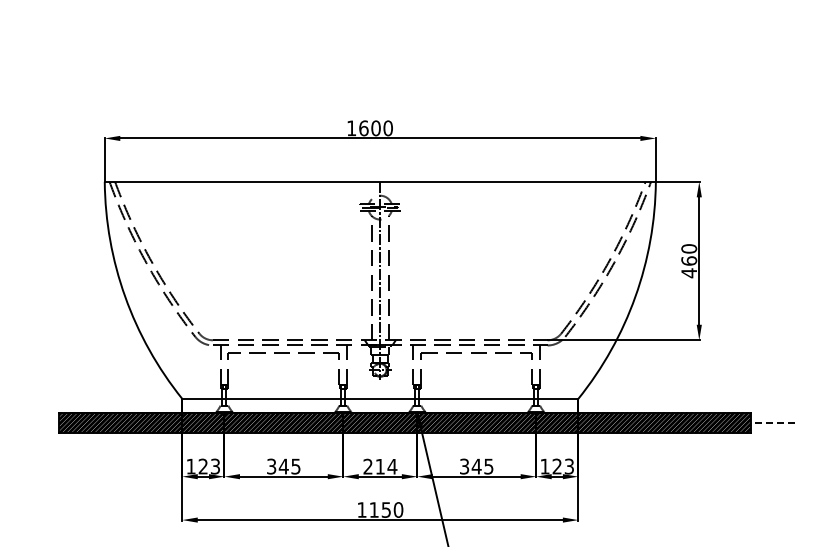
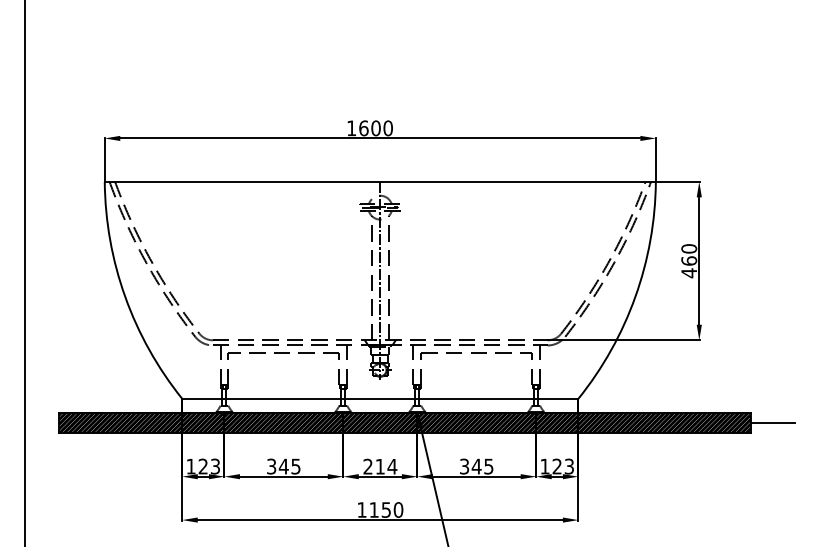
line at (24, 272): none -> present
line at (772, 422): dashed -> solid
